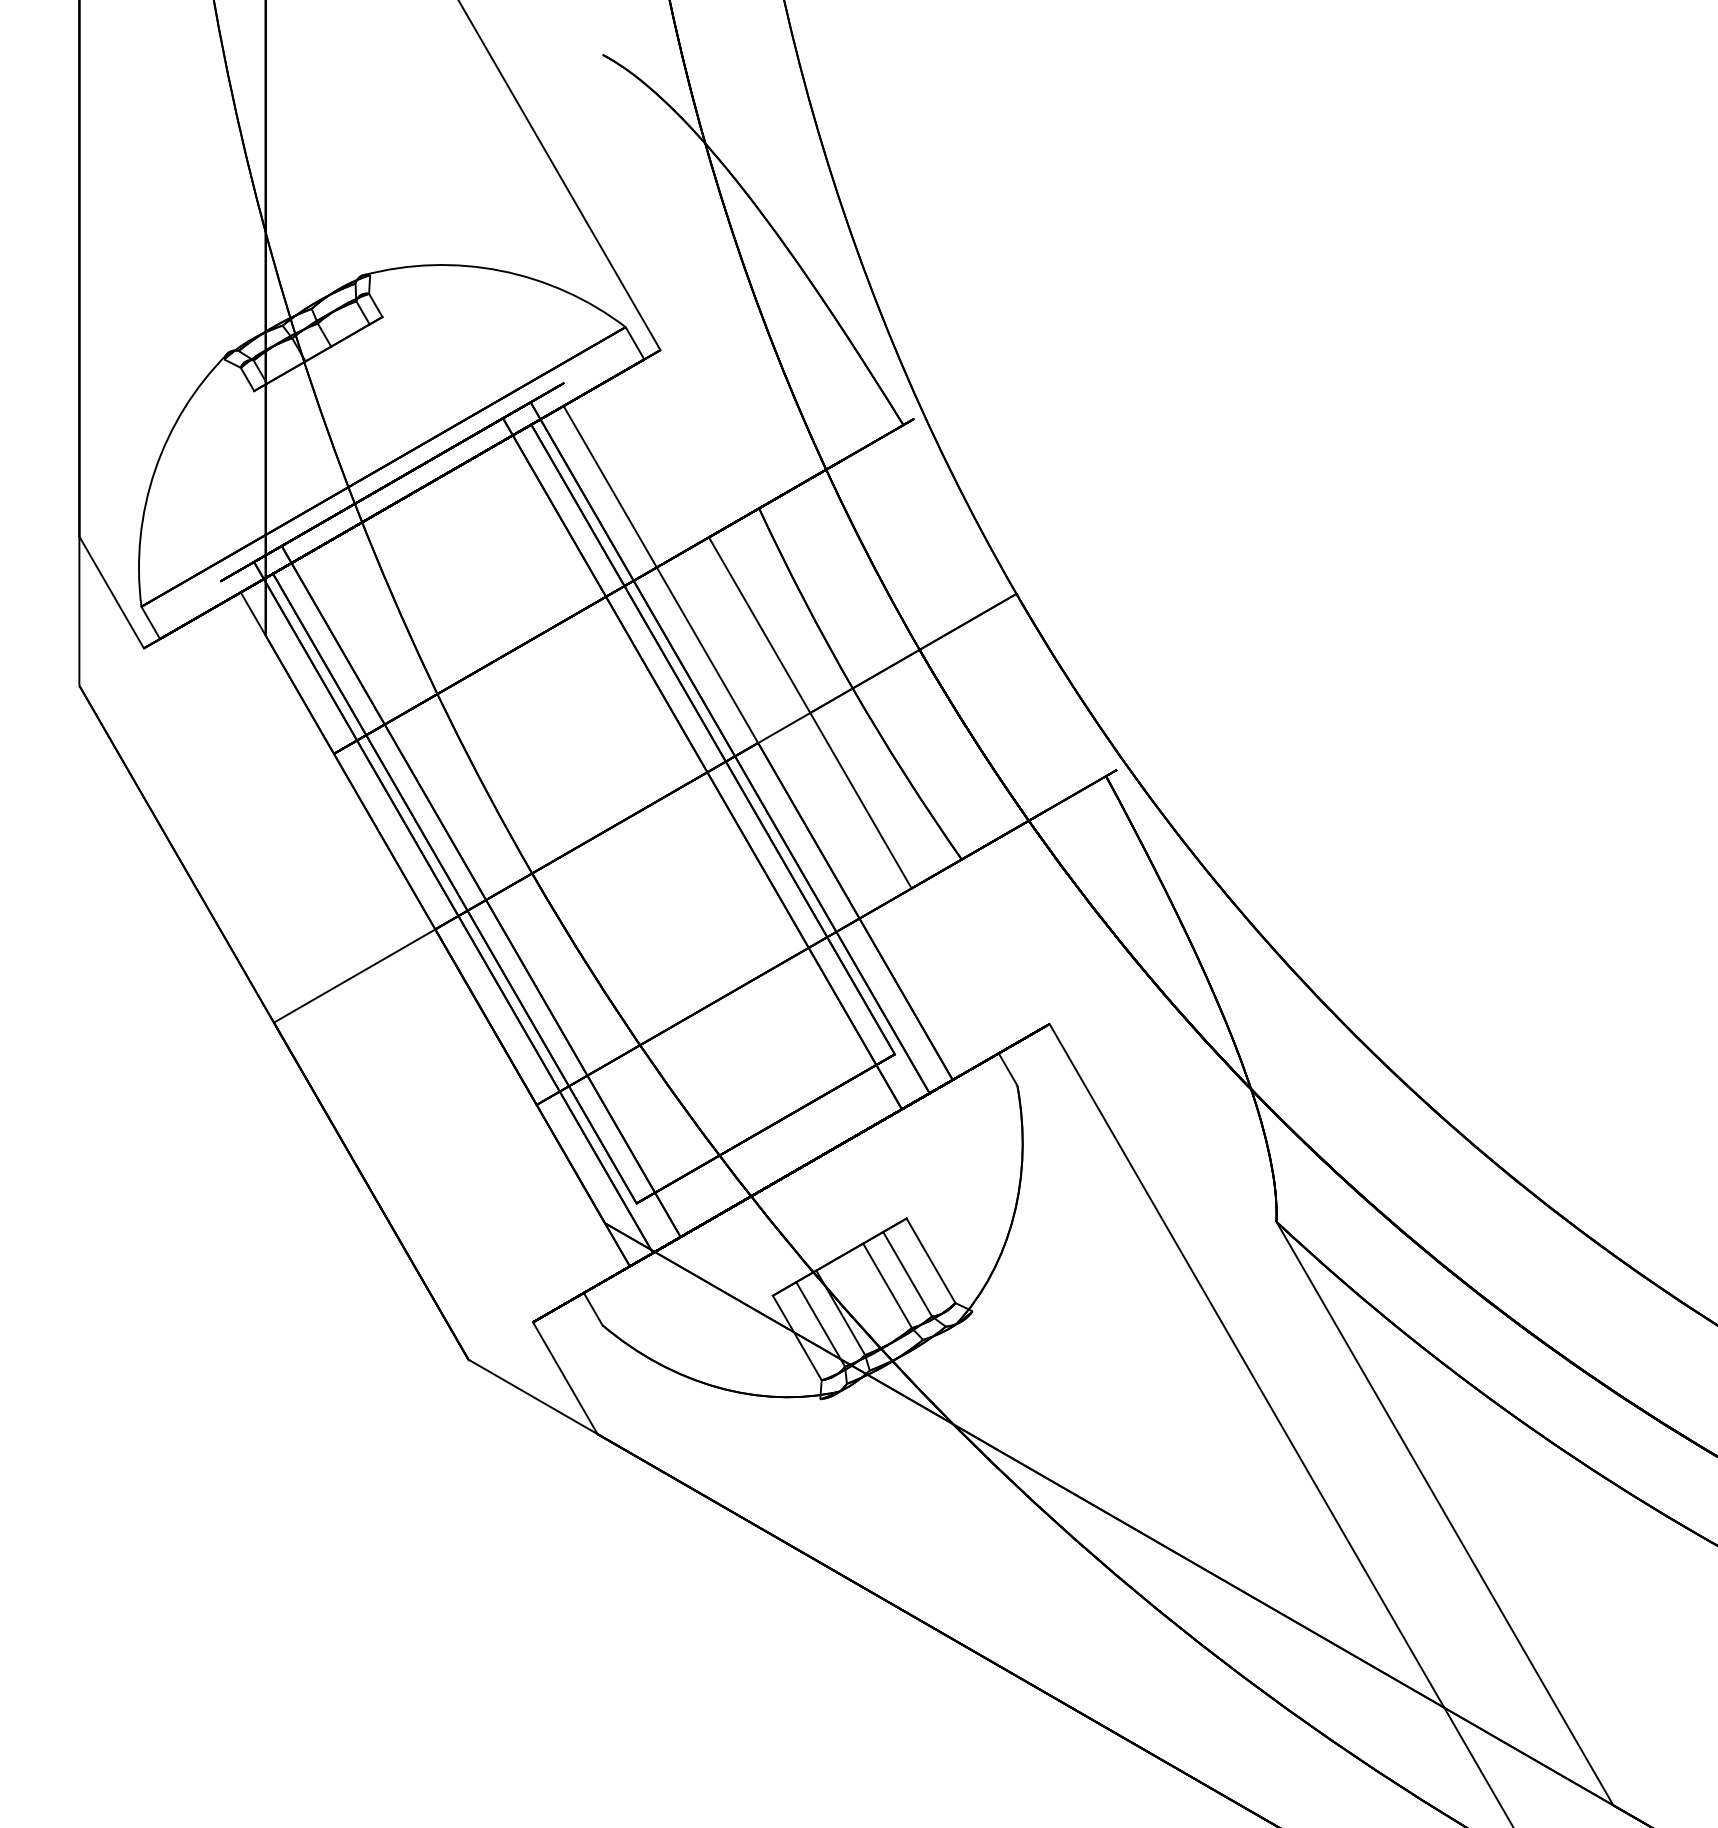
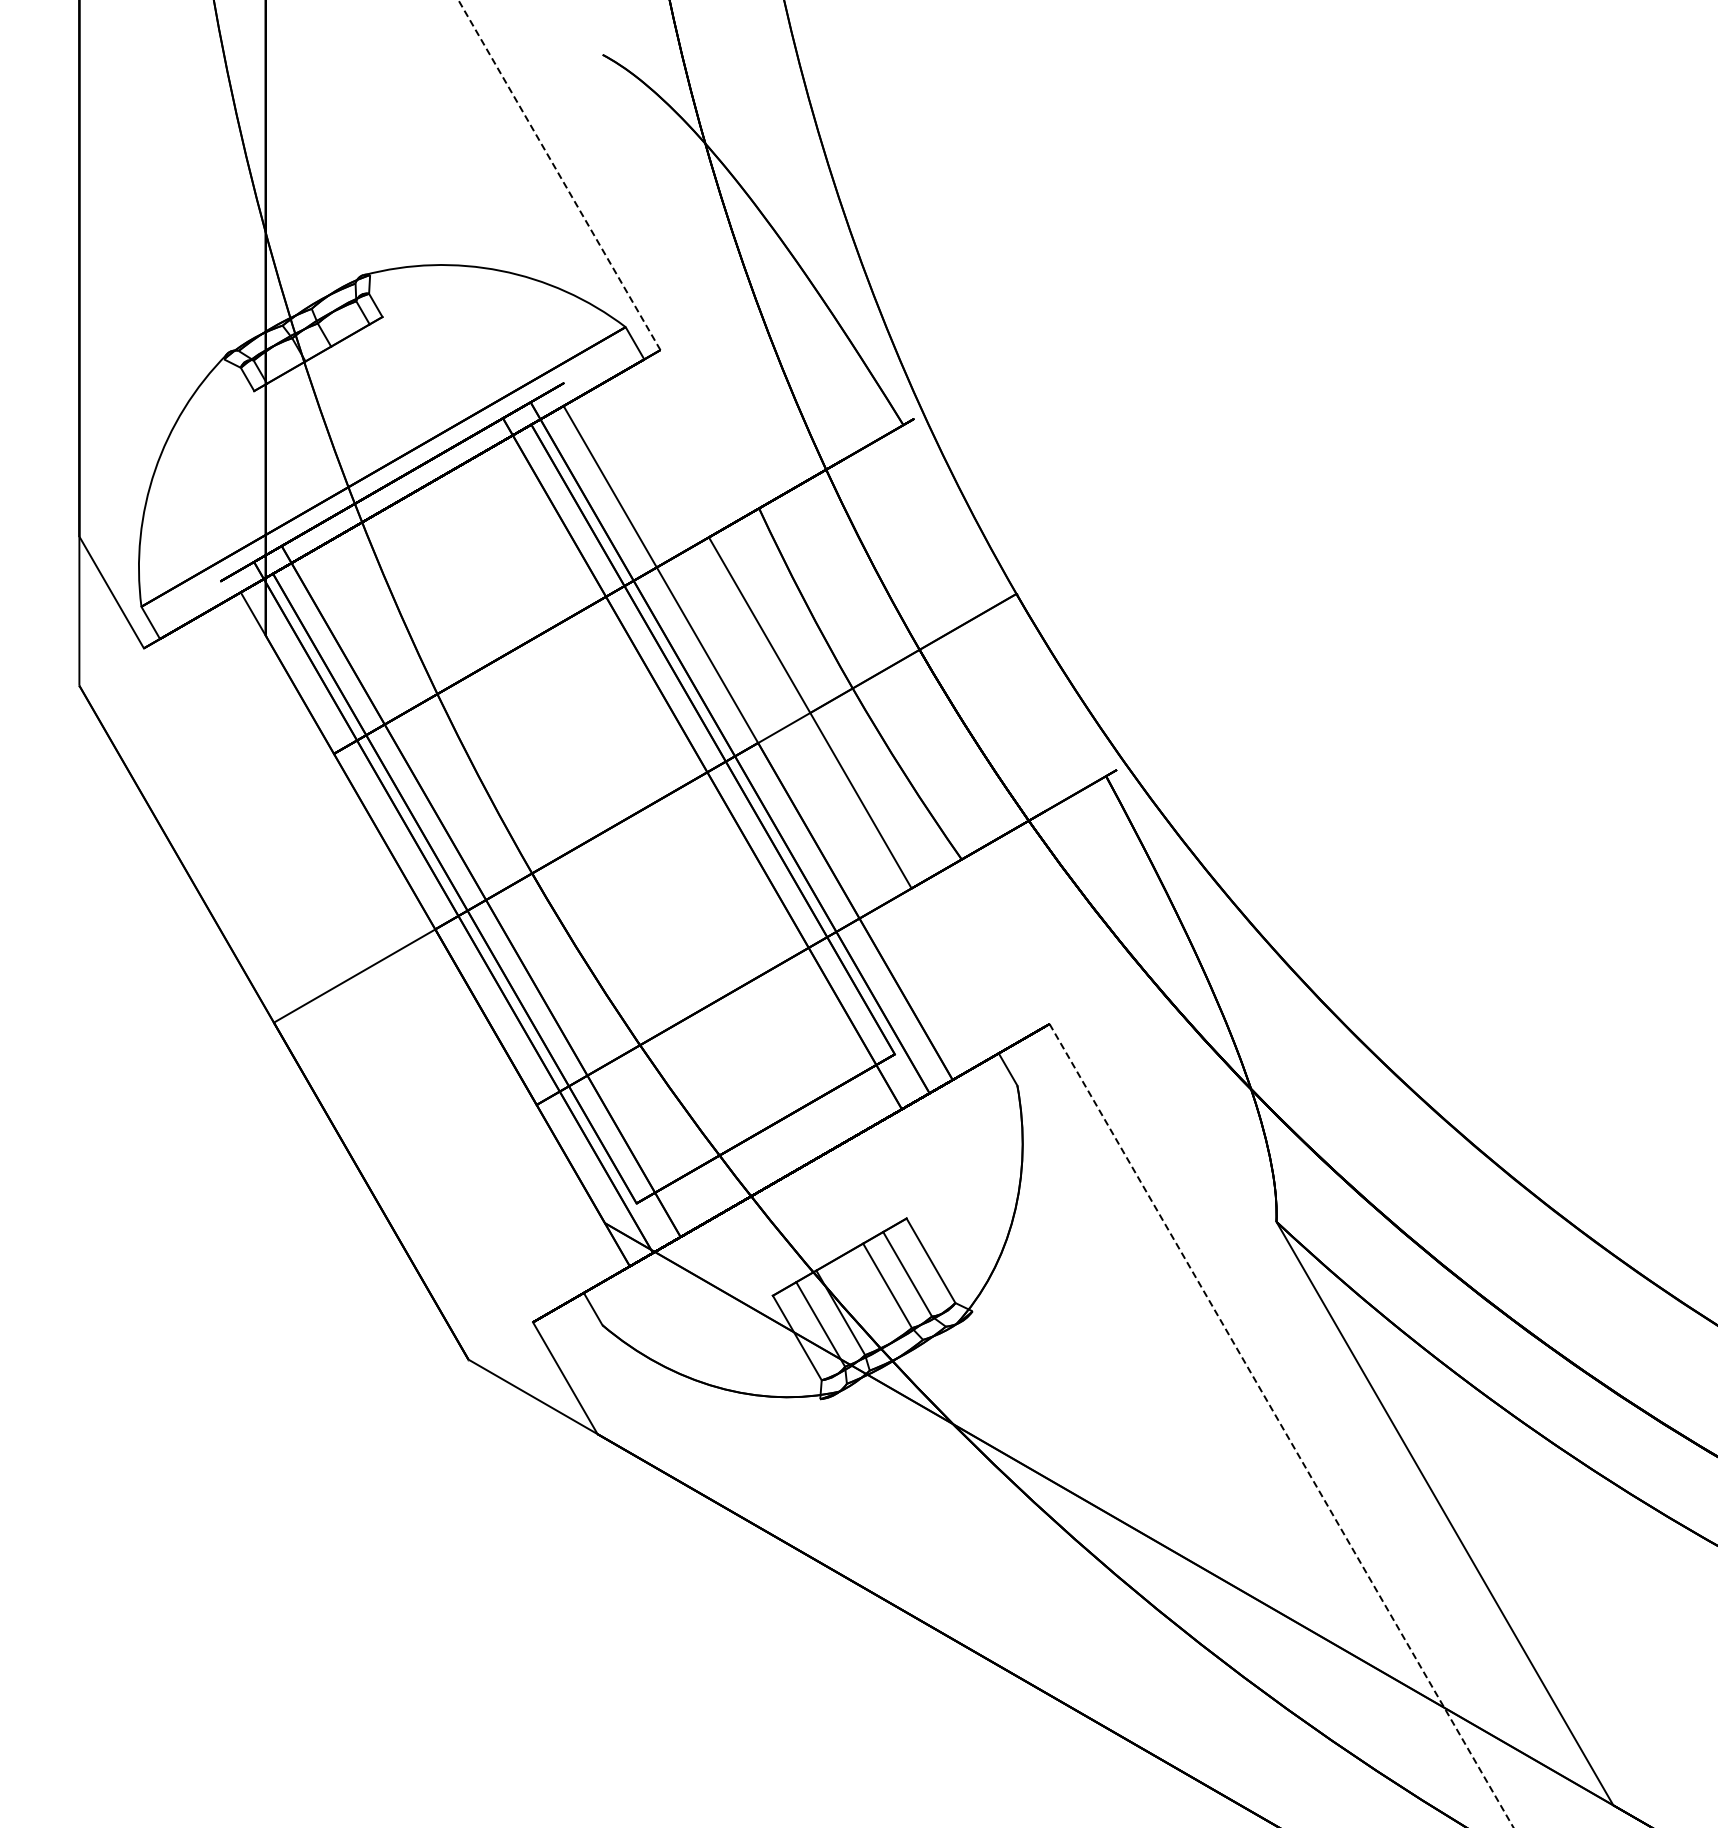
line at (559, 175): solid -> dashed
line at (1281, 1425): solid -> dashed
